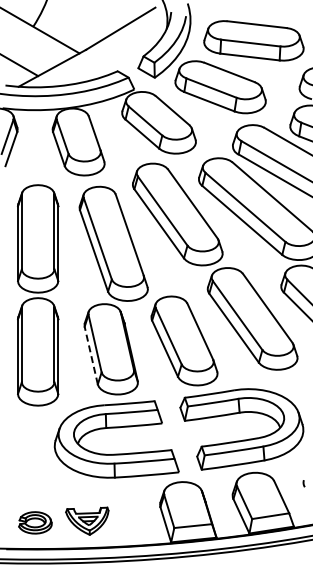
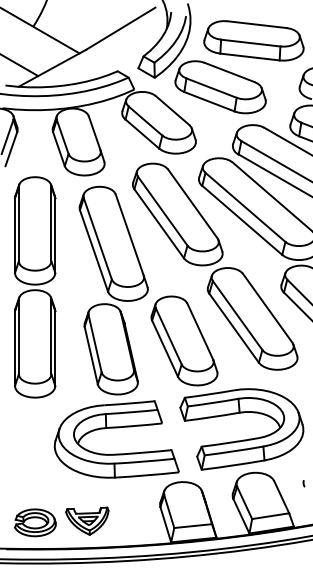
part at (38, 295) position: (38, 295) -> (35, 287)
line at (91, 355): dashed -> solid
part at (35, 522) size: 35x24 px -> 43x30 px
